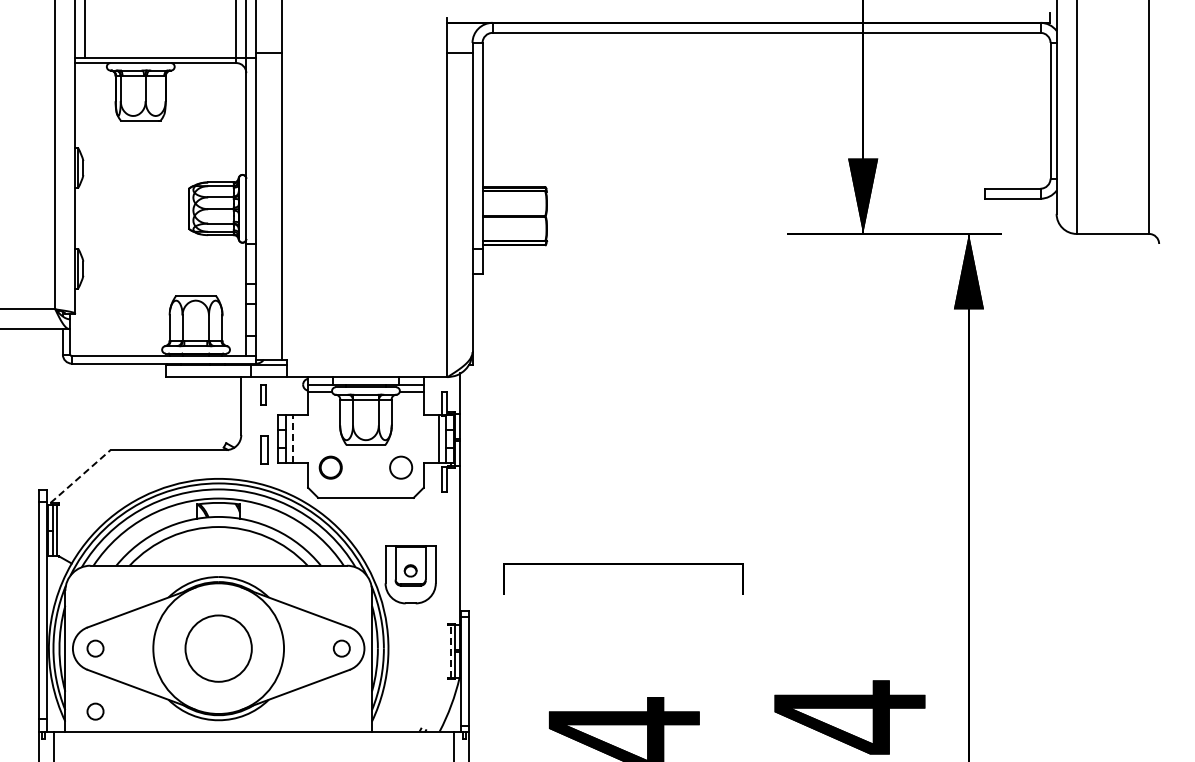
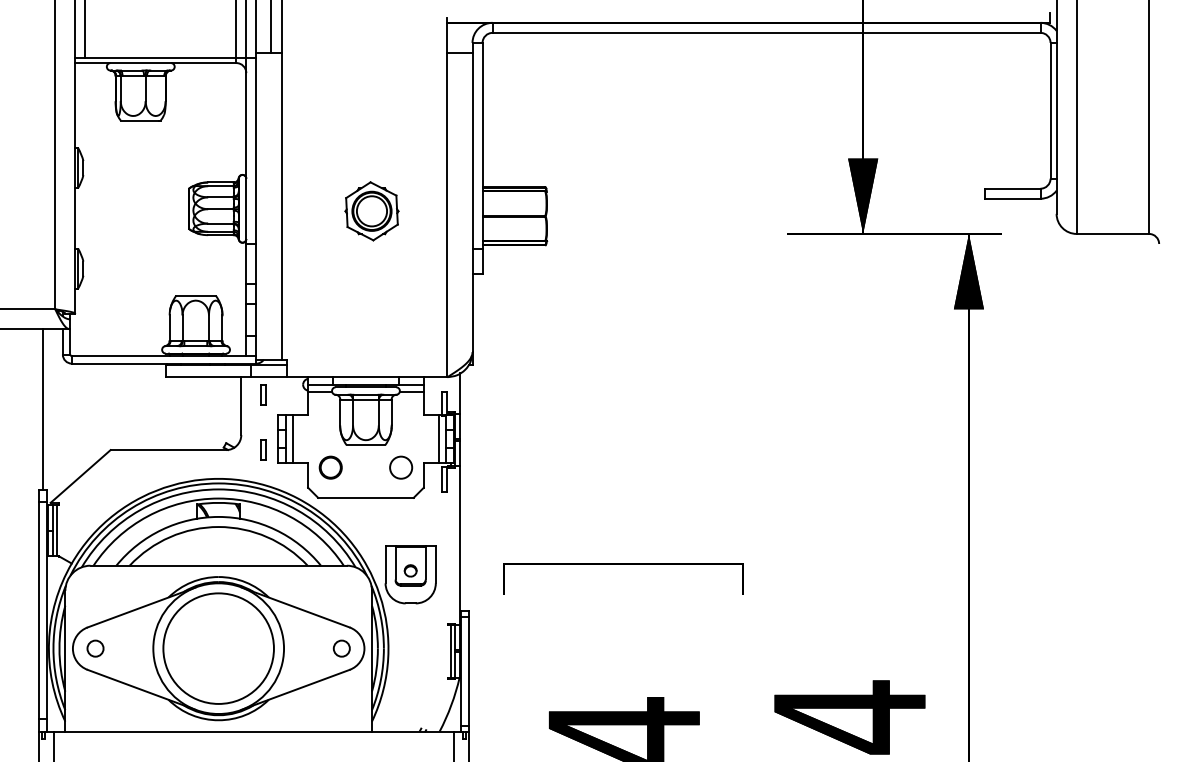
line at (271, 27): none -> present
part at (371, 211): none -> present
line at (42, 409): none -> present
line at (293, 438): dashed -> solid
part at (264, 449) size: 9x30 px -> 7x22 px
line at (80, 476): dashed -> solid
circle at (218, 648) diameter: 66 px -> 111 px
line at (450, 650): dashed -> solid
circle at (95, 711): present -> none
